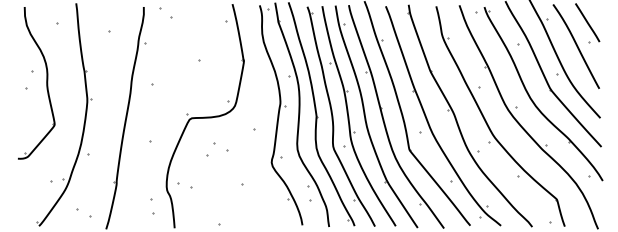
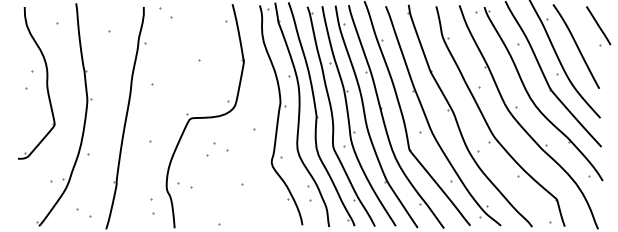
part at (587, 23) position: (587, 23) -> (598, 26)
